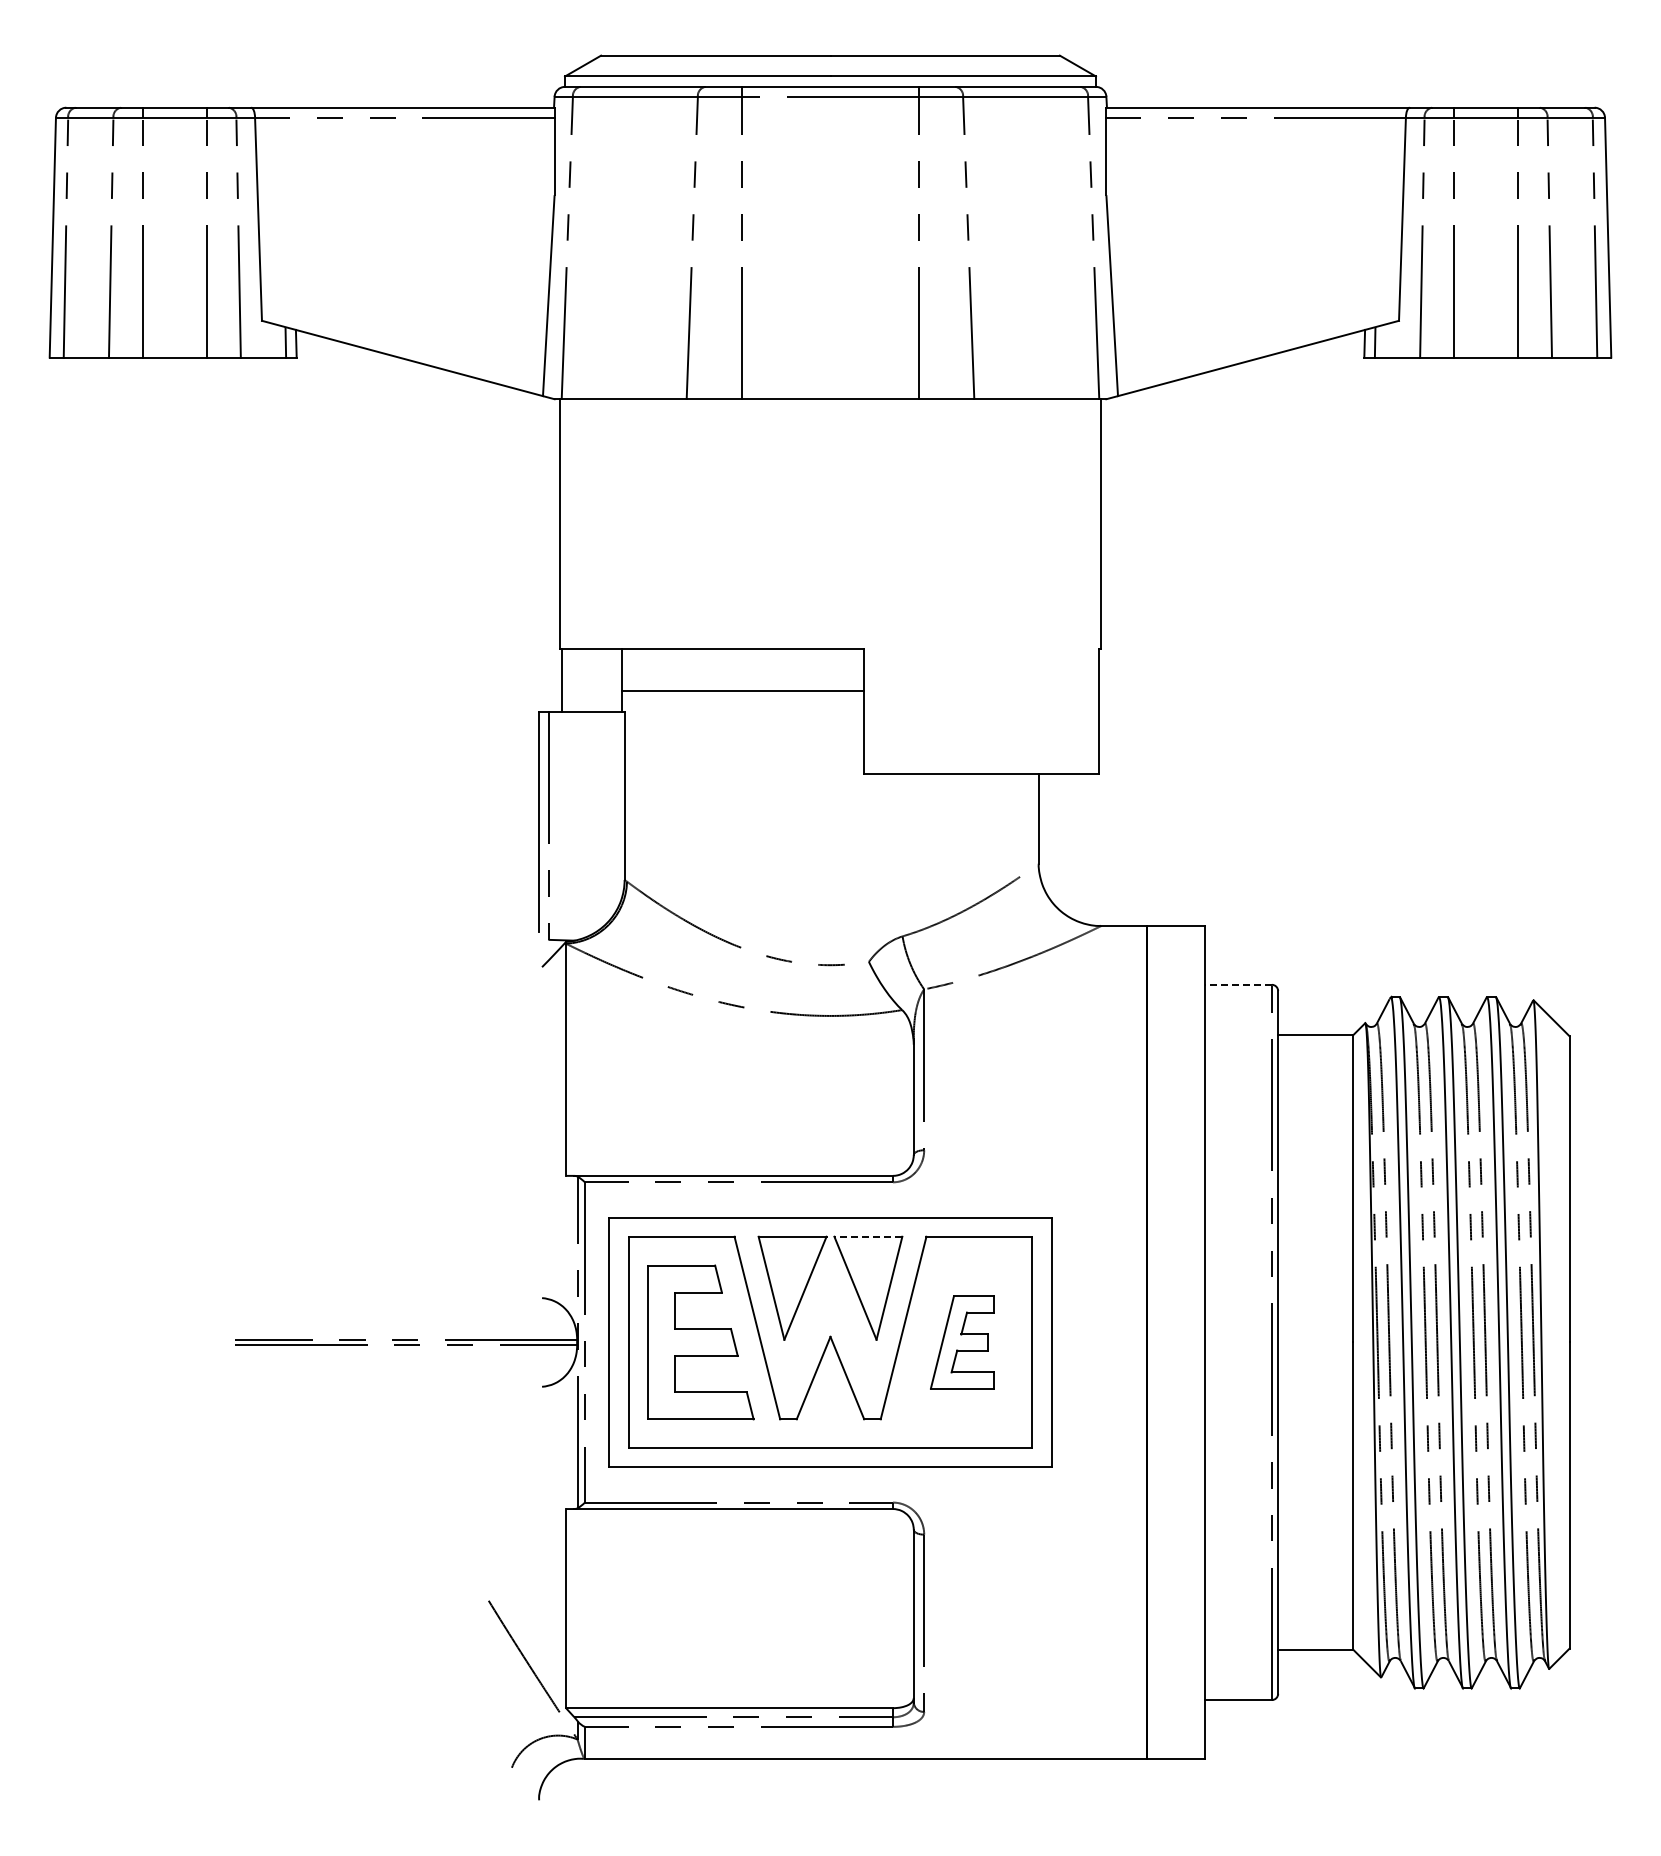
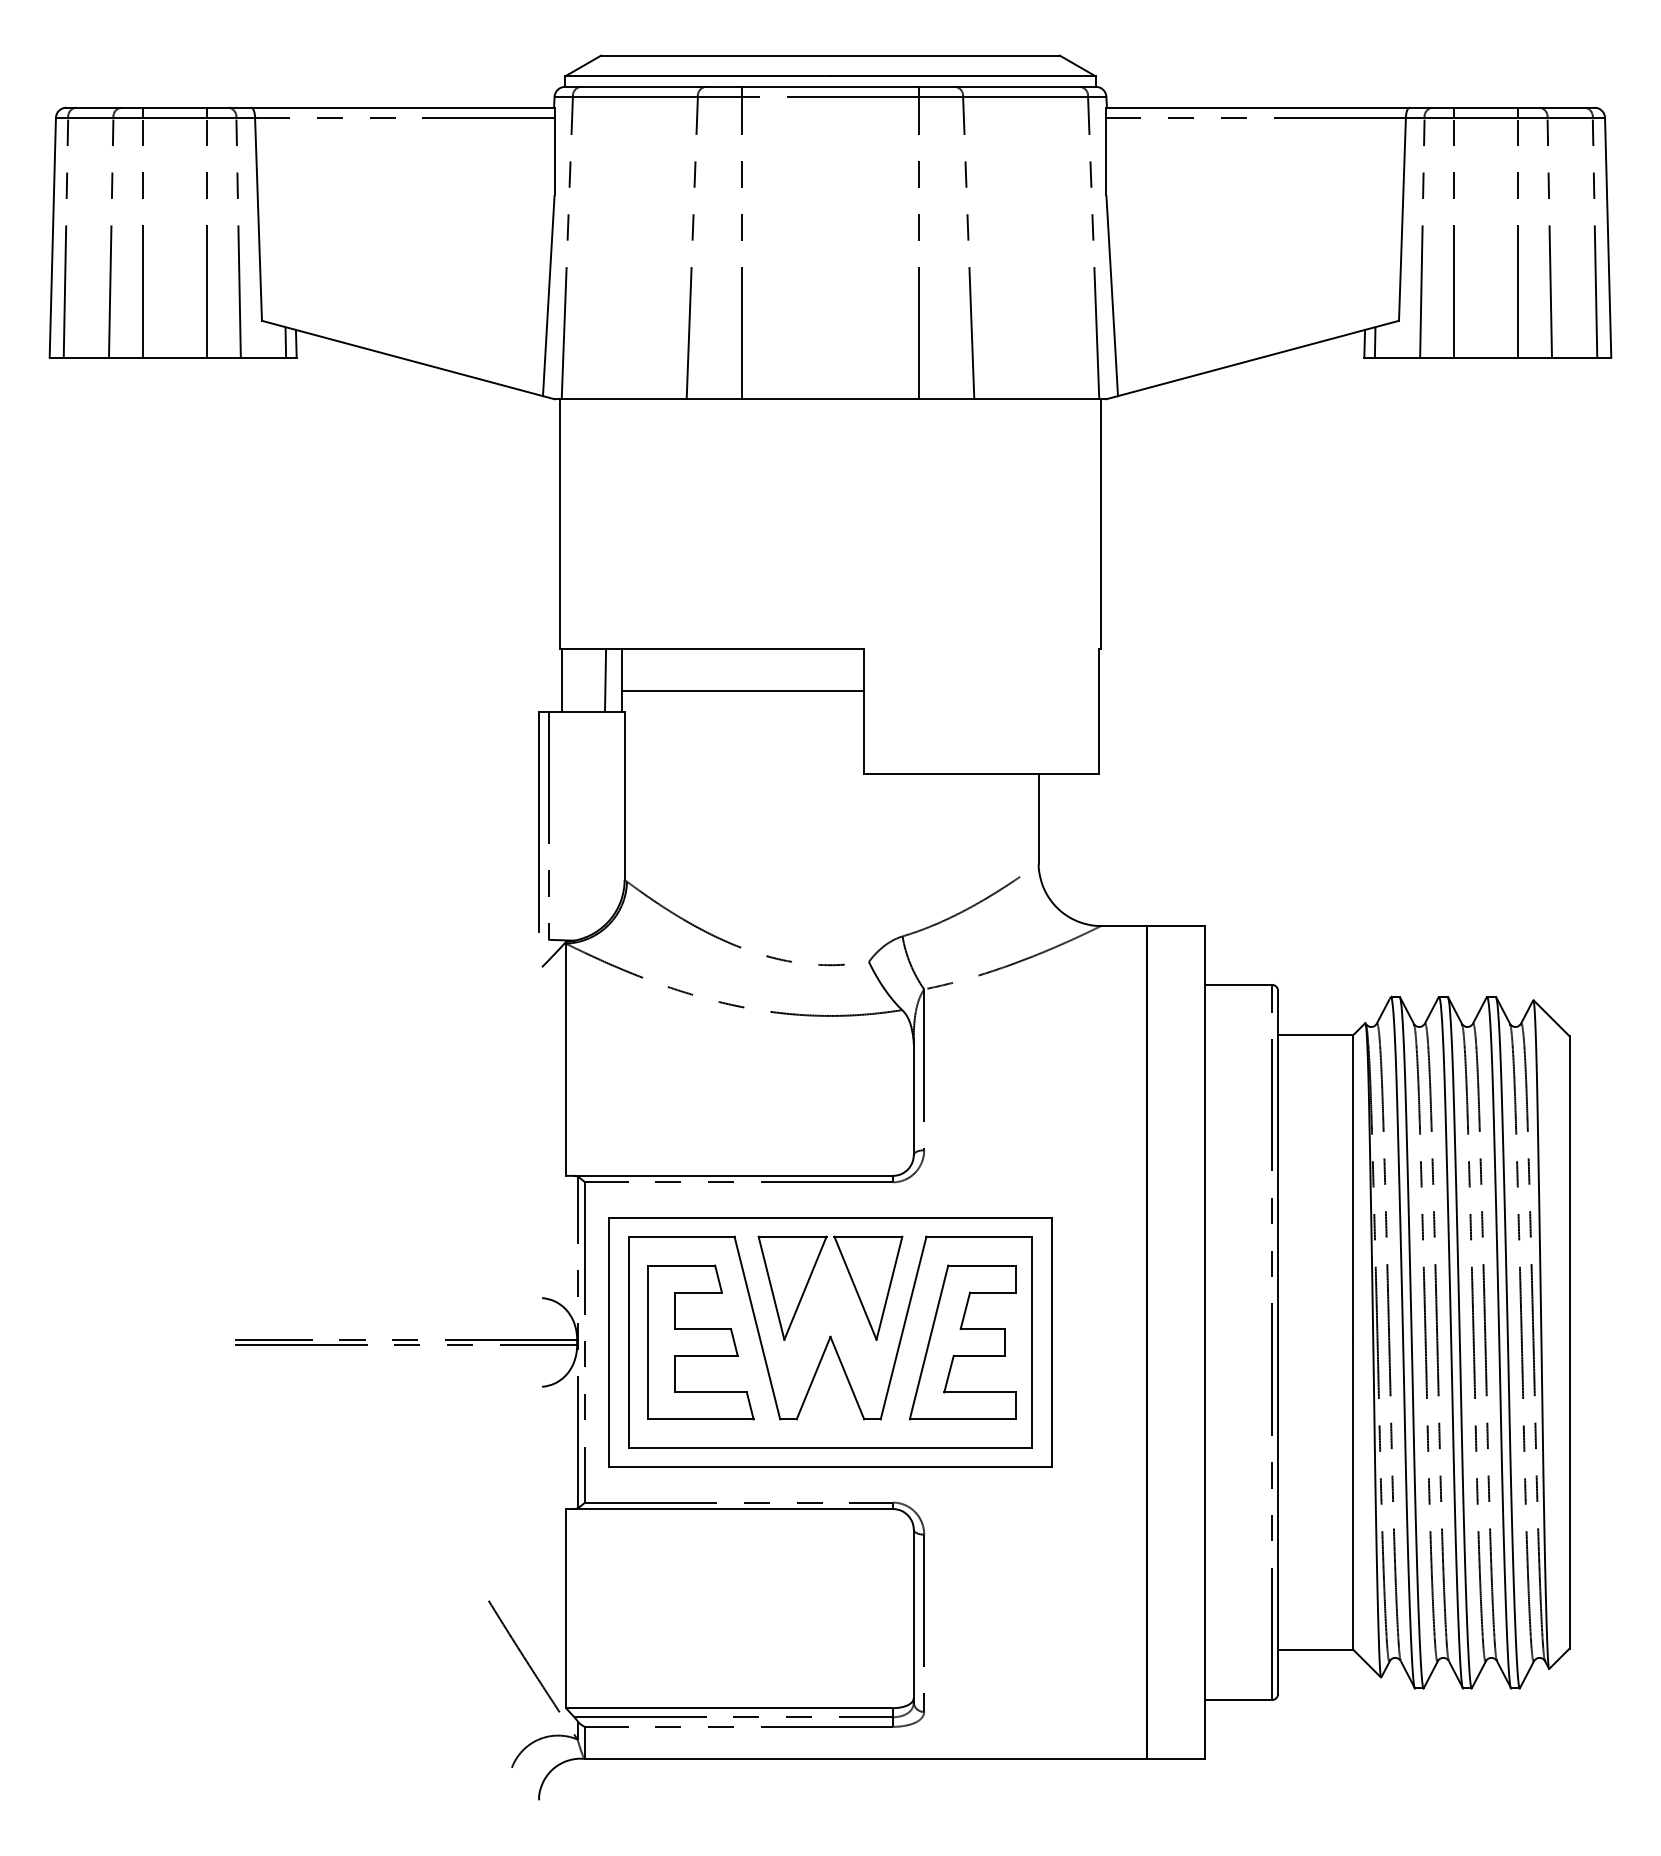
line at (605, 680): none -> present
line at (1238, 984): dashed -> solid
line at (868, 1236): dashed -> solid
part at (962, 1342) size: 65x95 px -> 109x157 px
